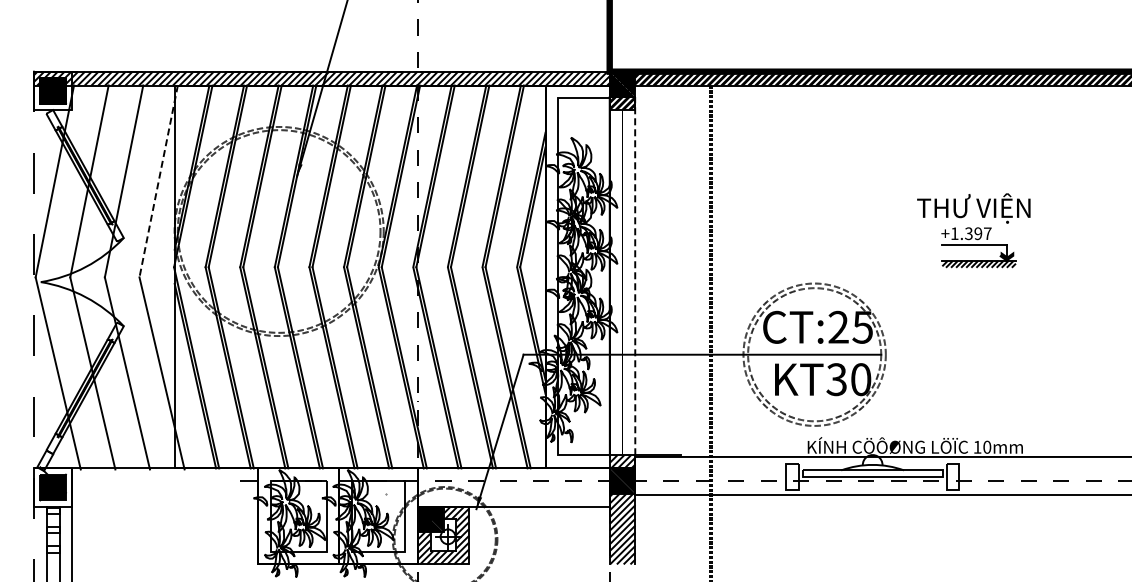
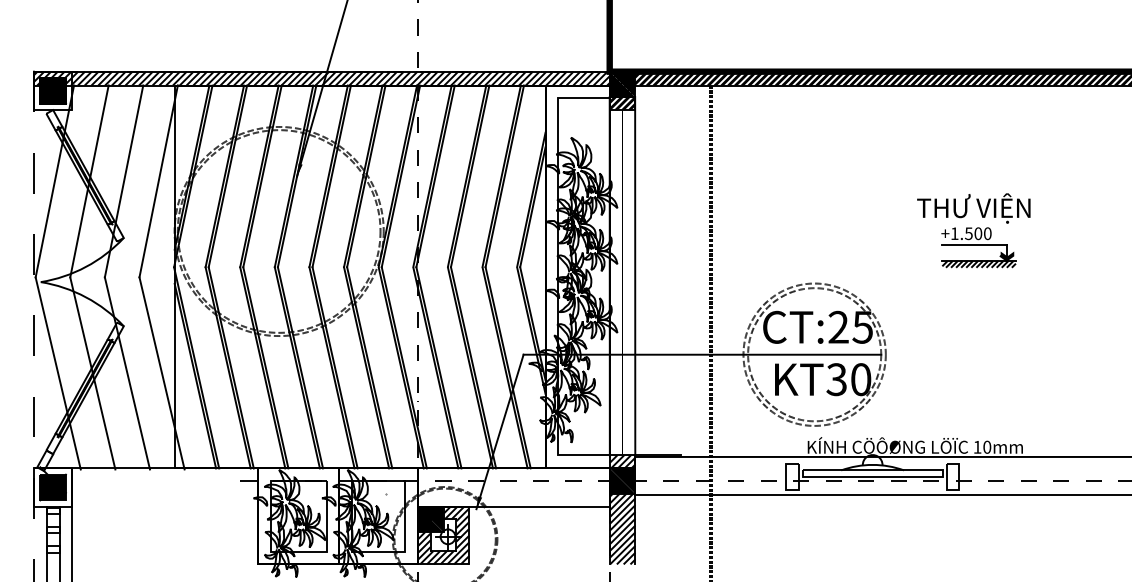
line at (158, 181): dashed -> solid
text at (978, 233): +1.397 -> +1.500
line at (635, 275): dashed -> solid
